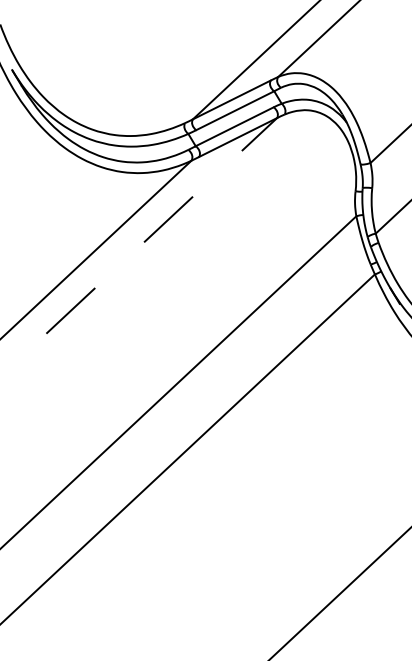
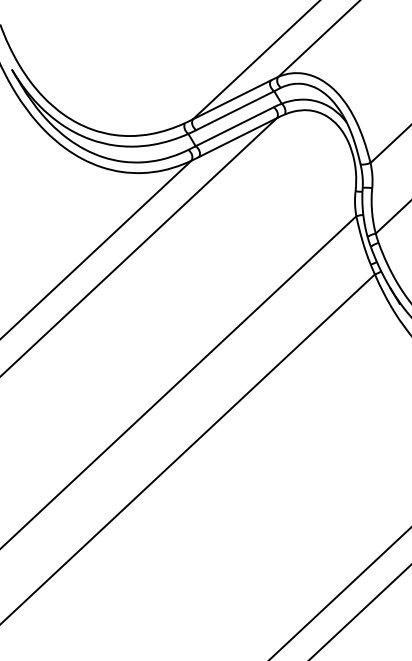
line at (139, 247): dashed -> solid
line at (359, 612): none -> present
